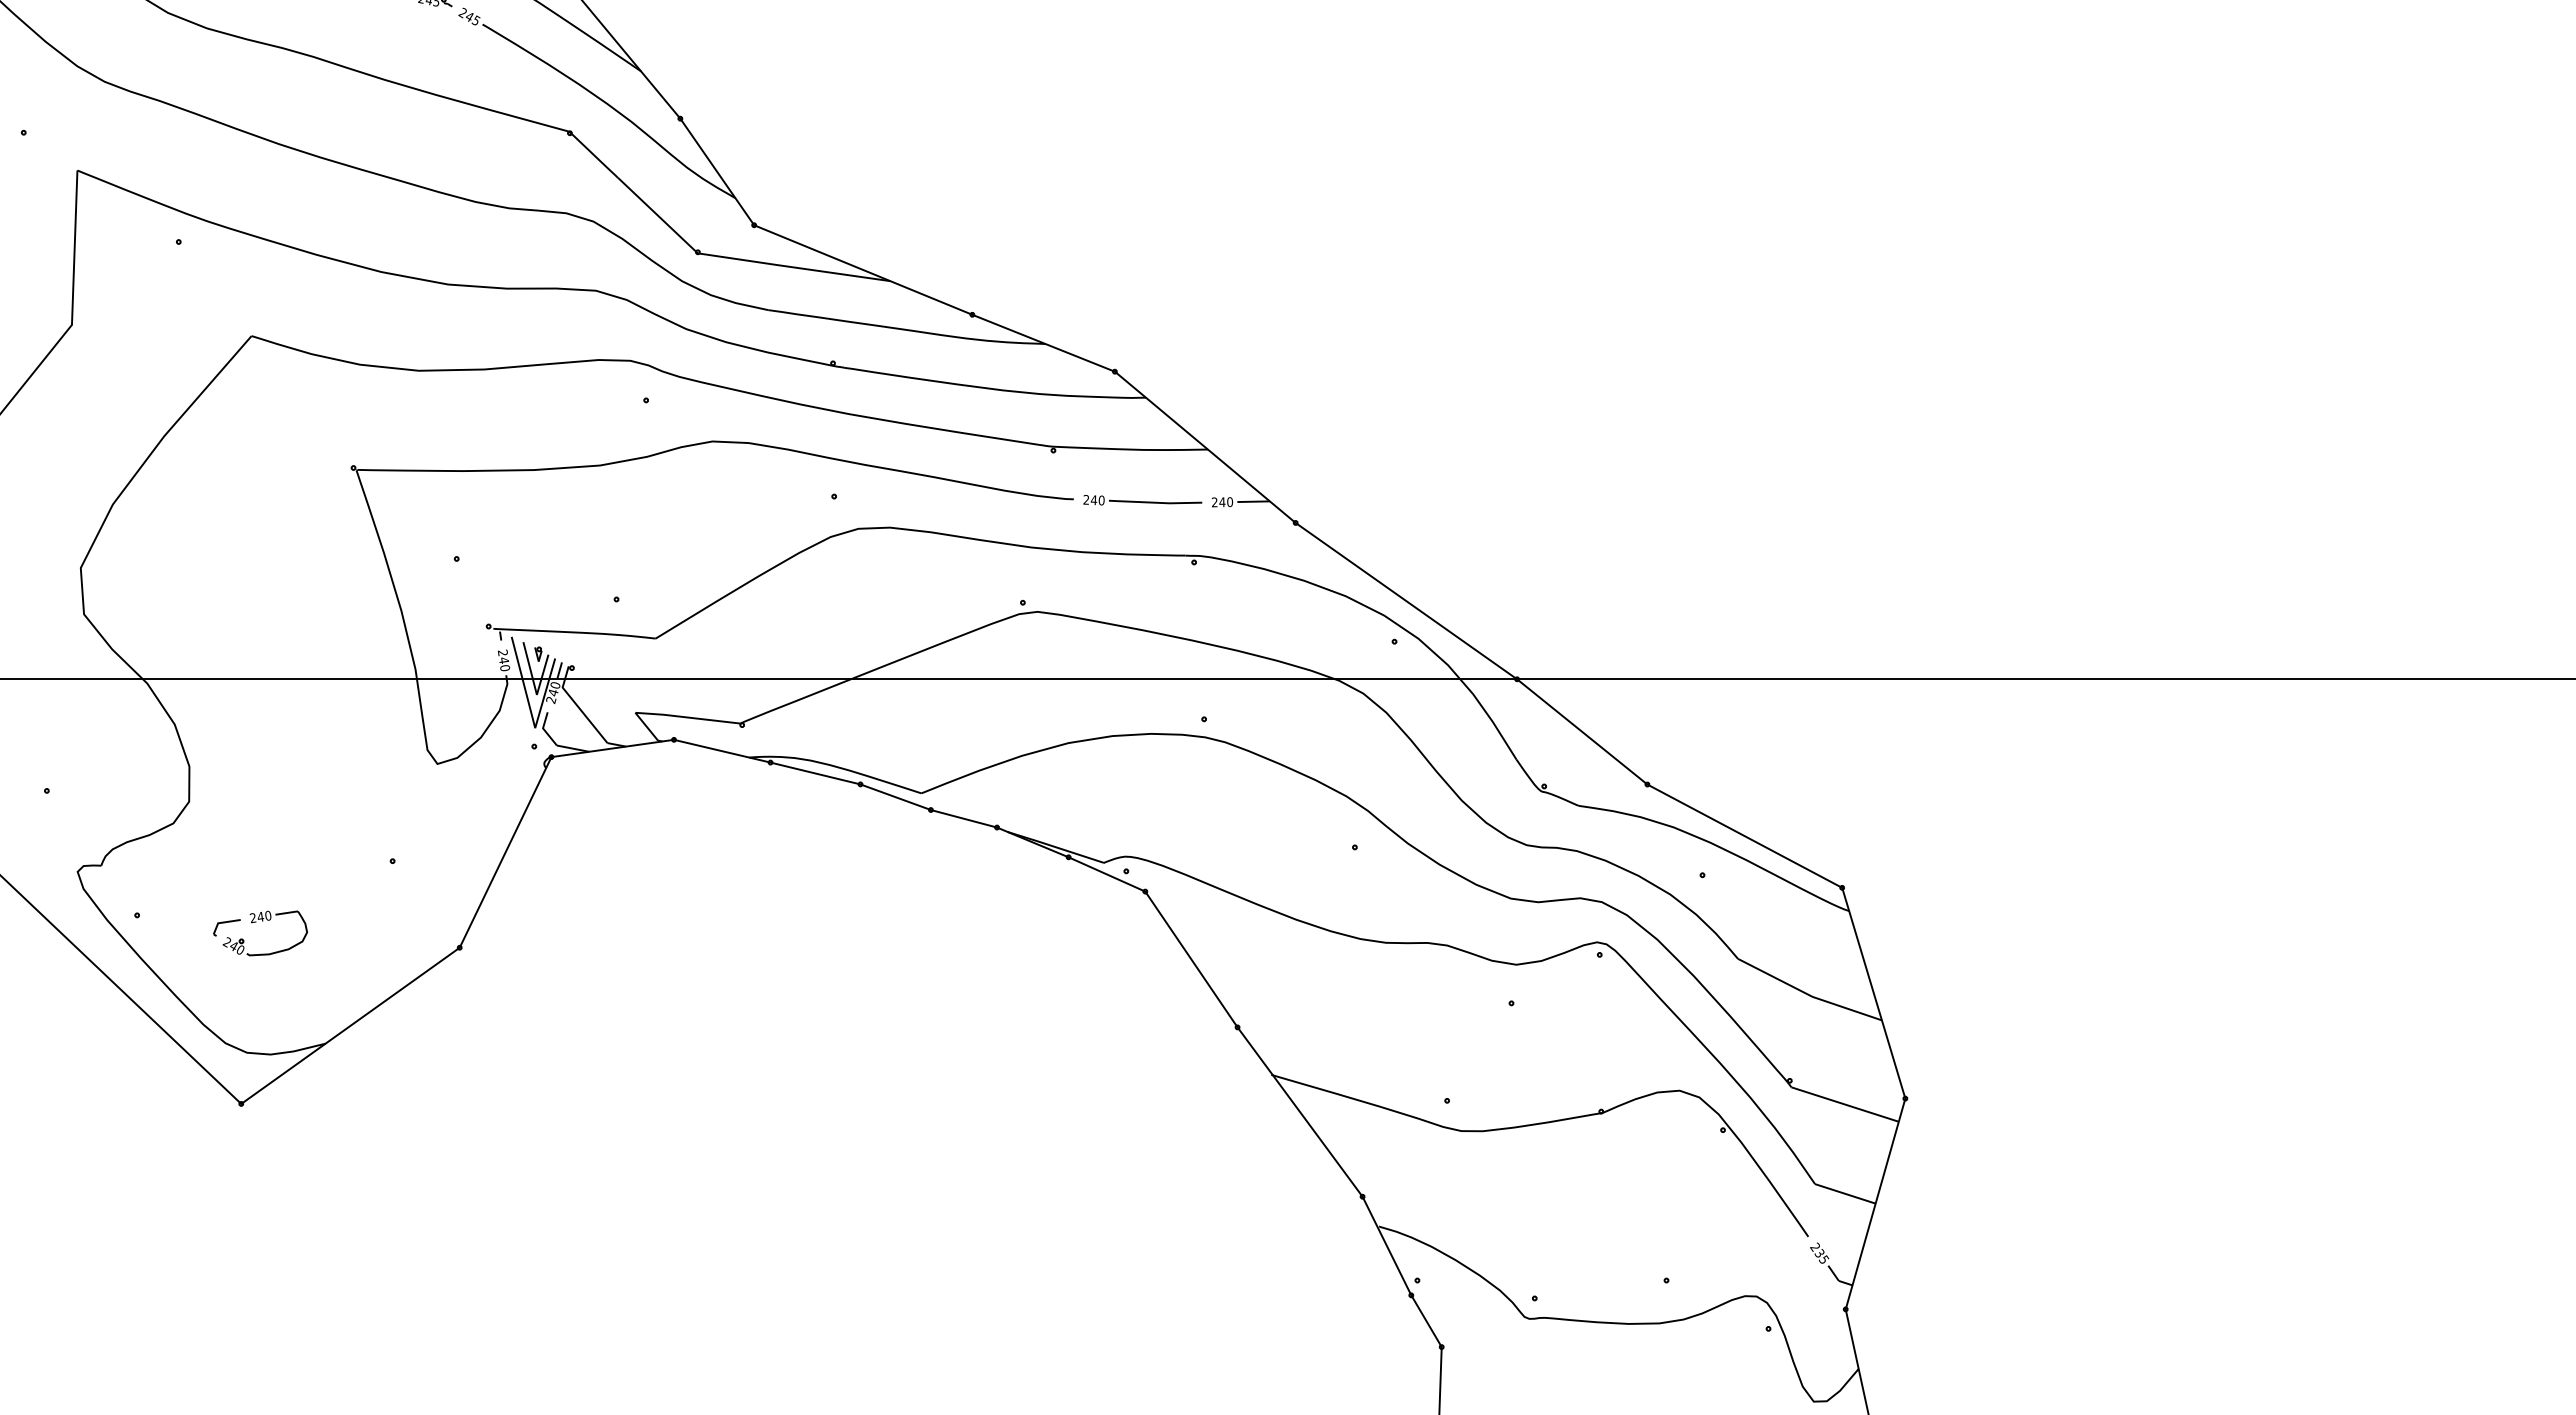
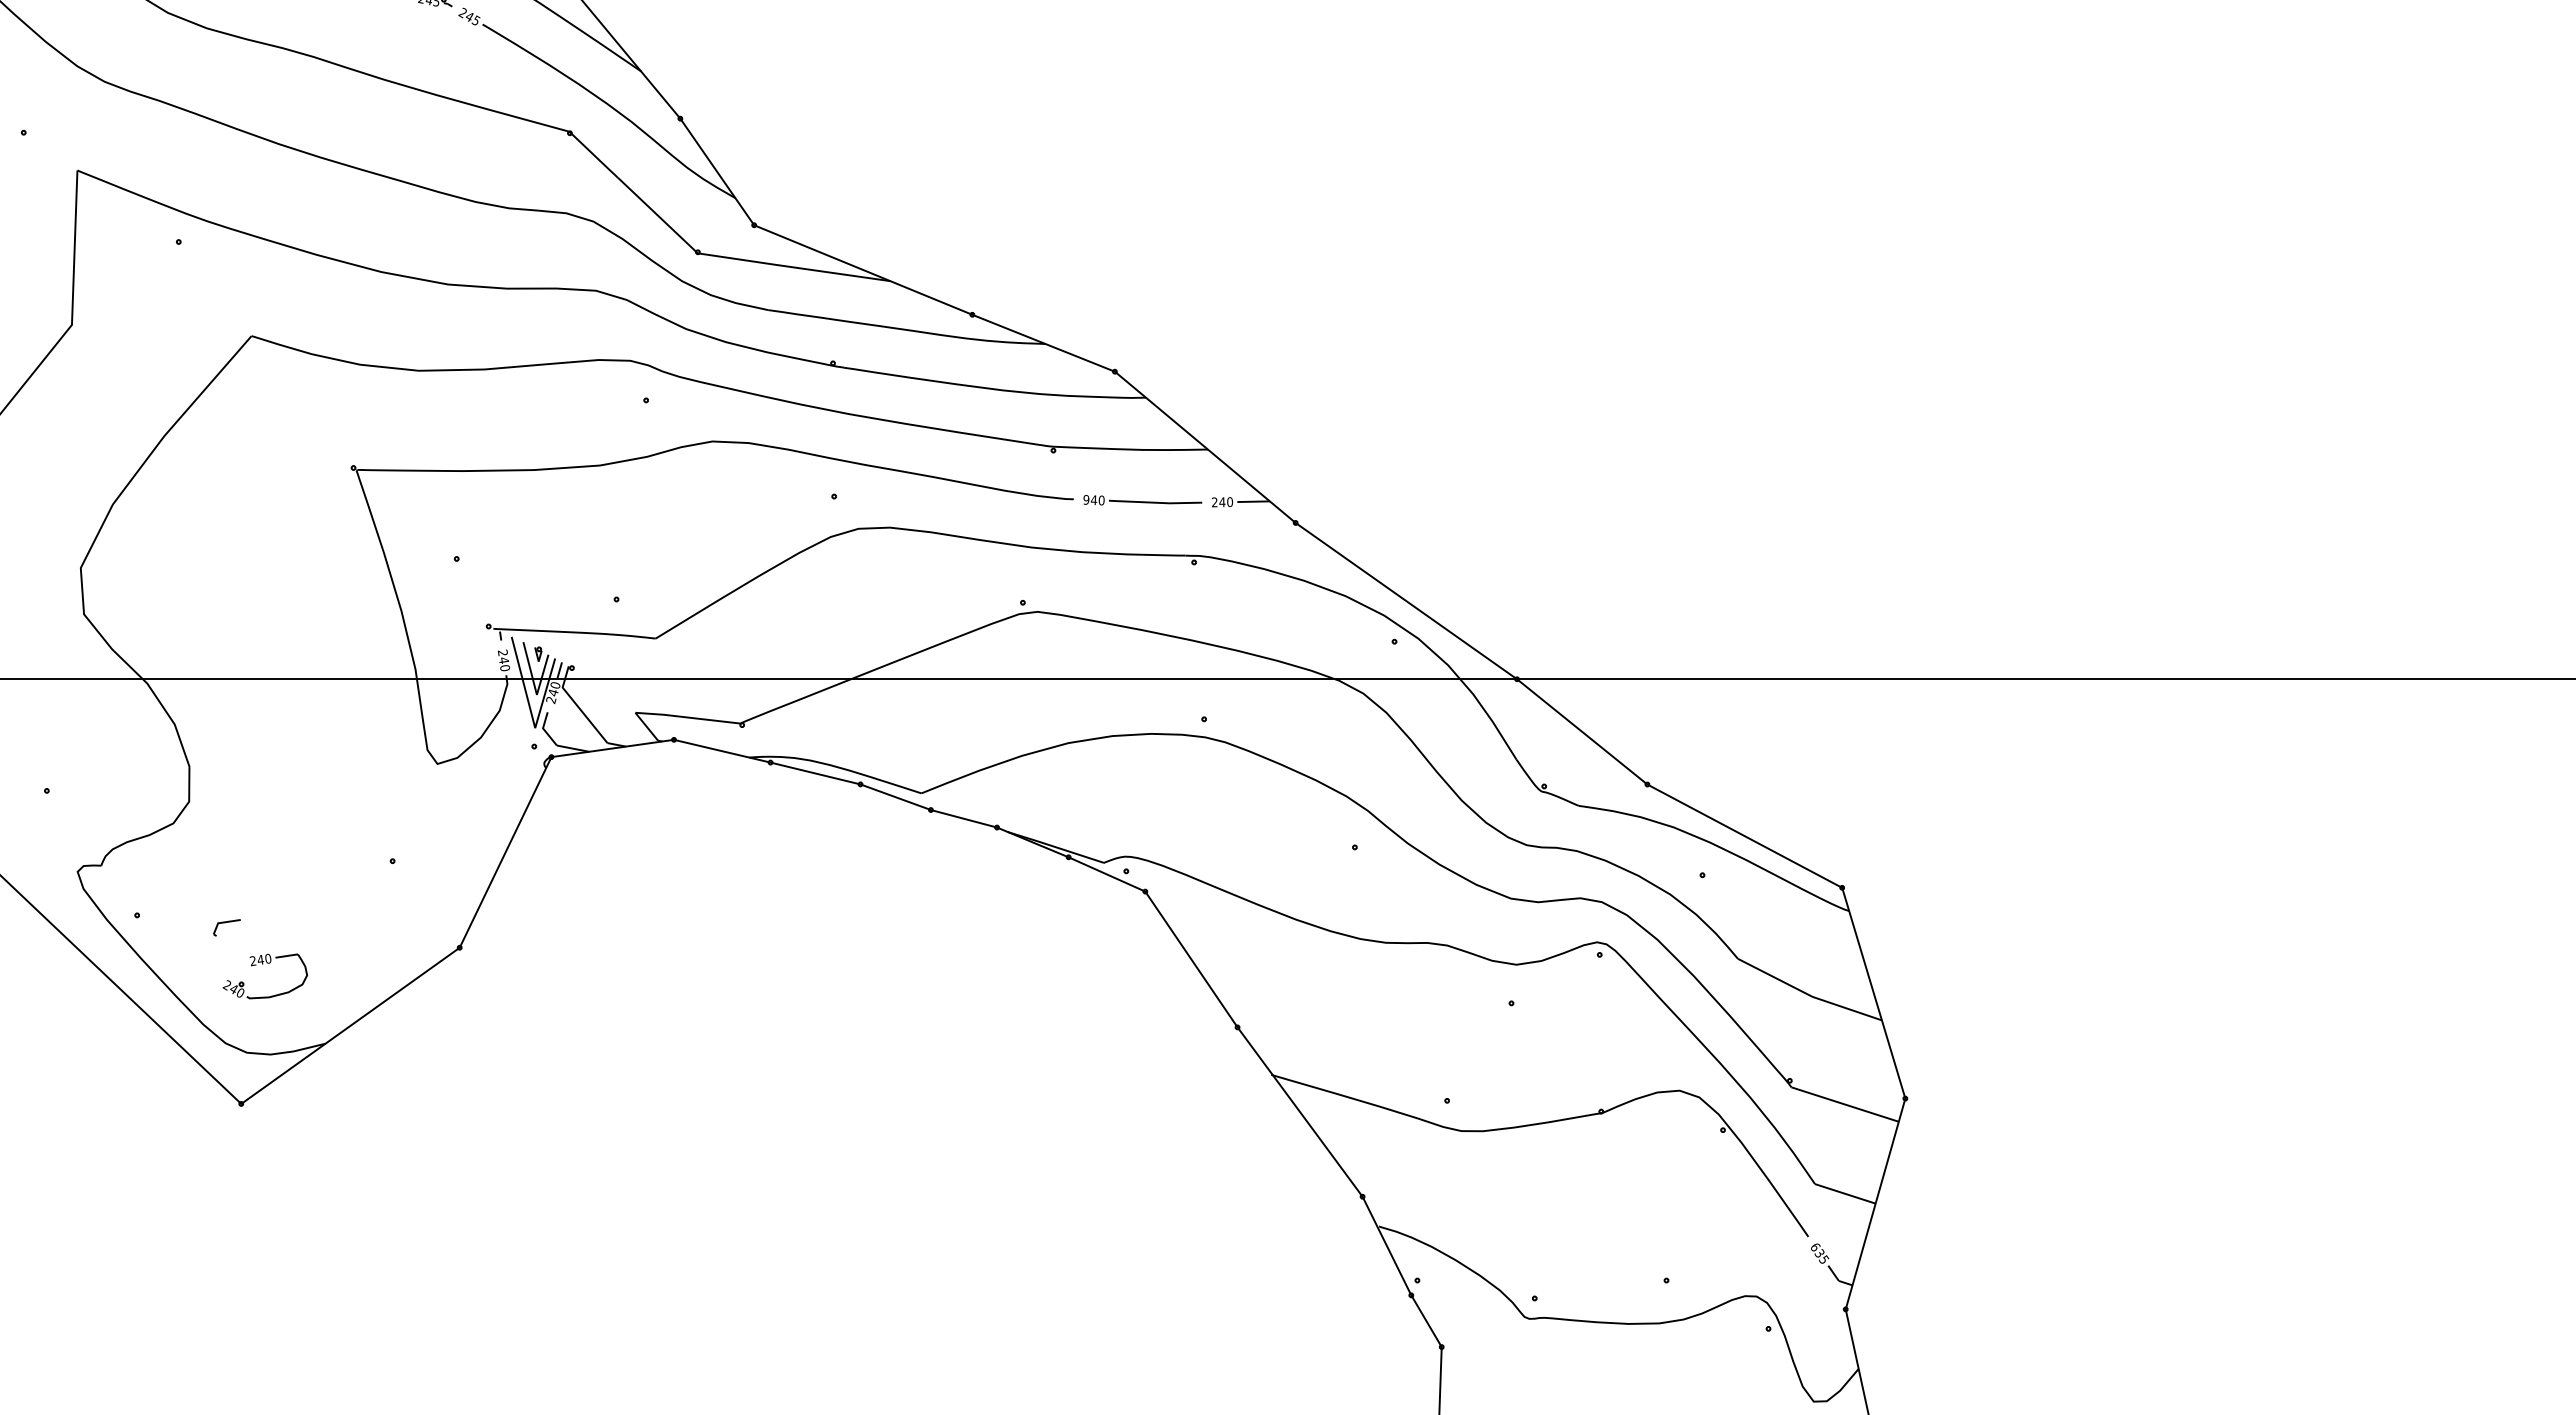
text at (1086, 499): 240 -> 940
part at (263, 921) position: (263, 921) -> (263, 964)
text at (1815, 1246): 235 -> 635
